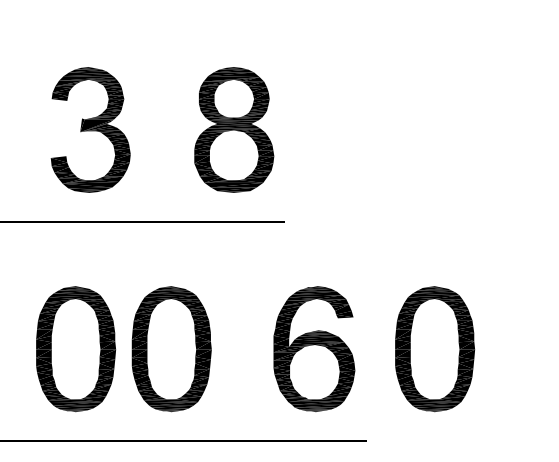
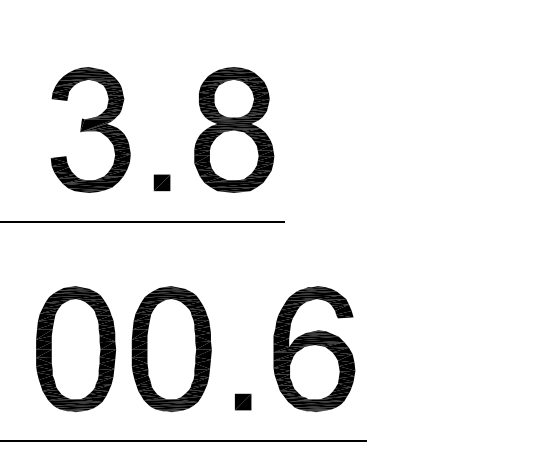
part at (161, 182): none -> present
part at (435, 349): present -> none
part at (242, 401): none -> present
